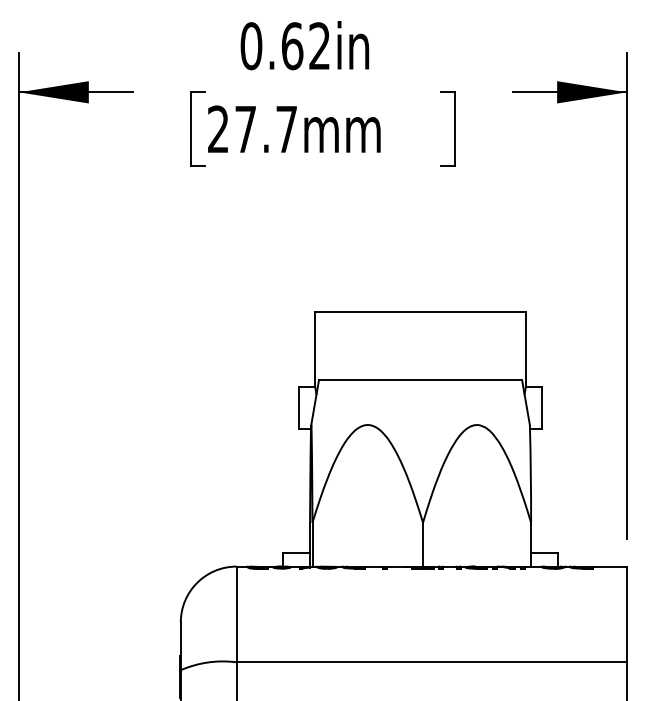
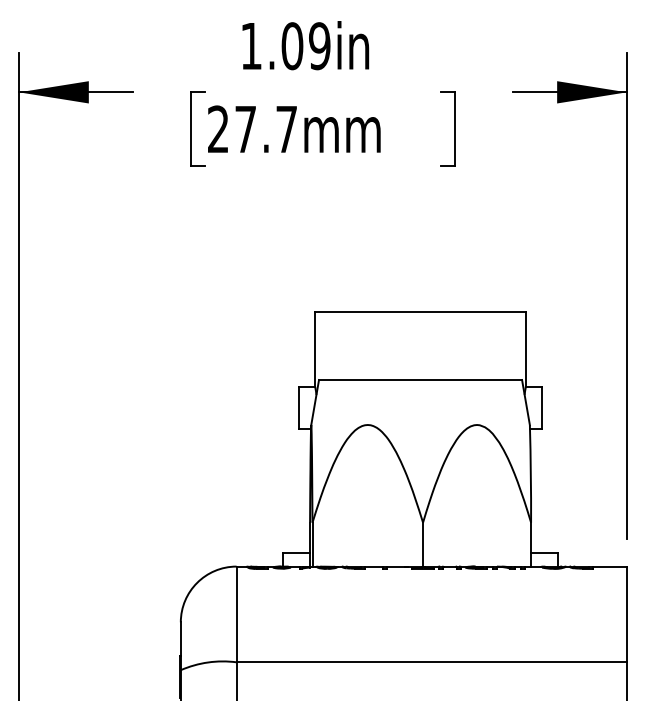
text at (285, 46): 0.62in -> 1.09in
